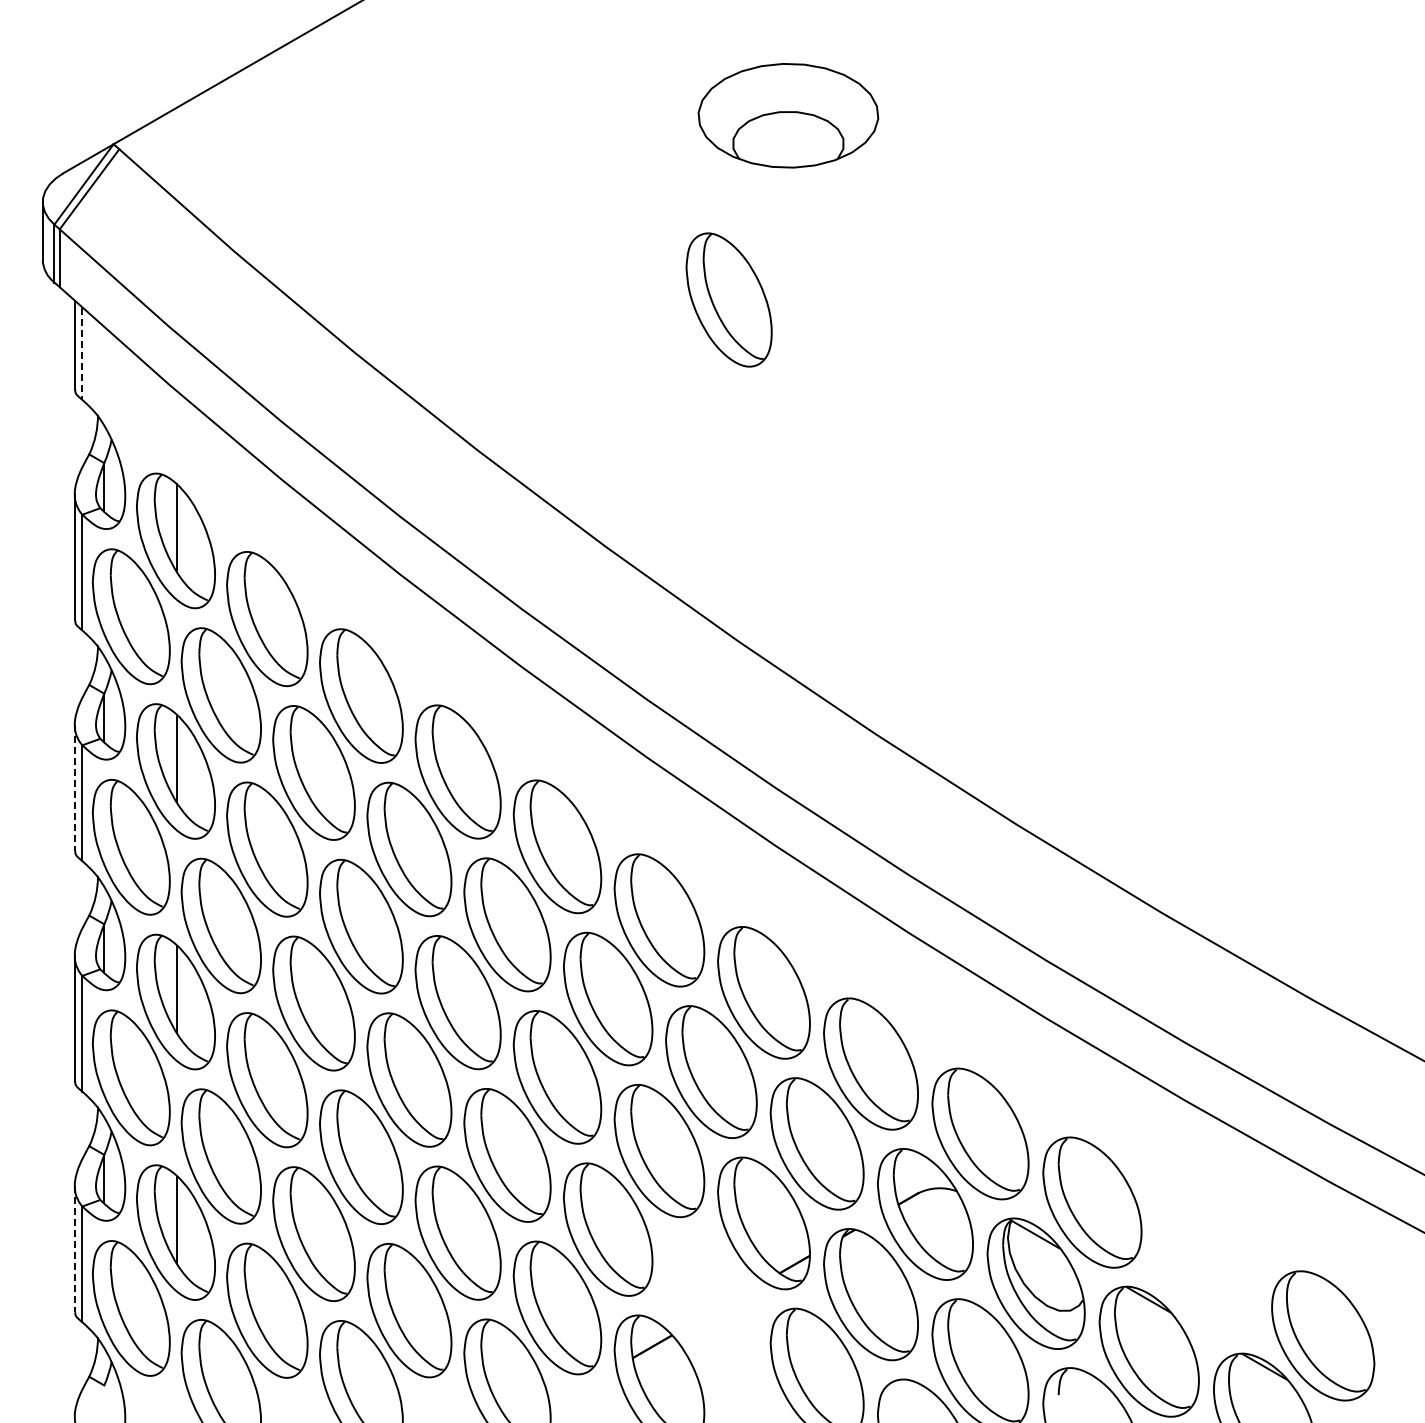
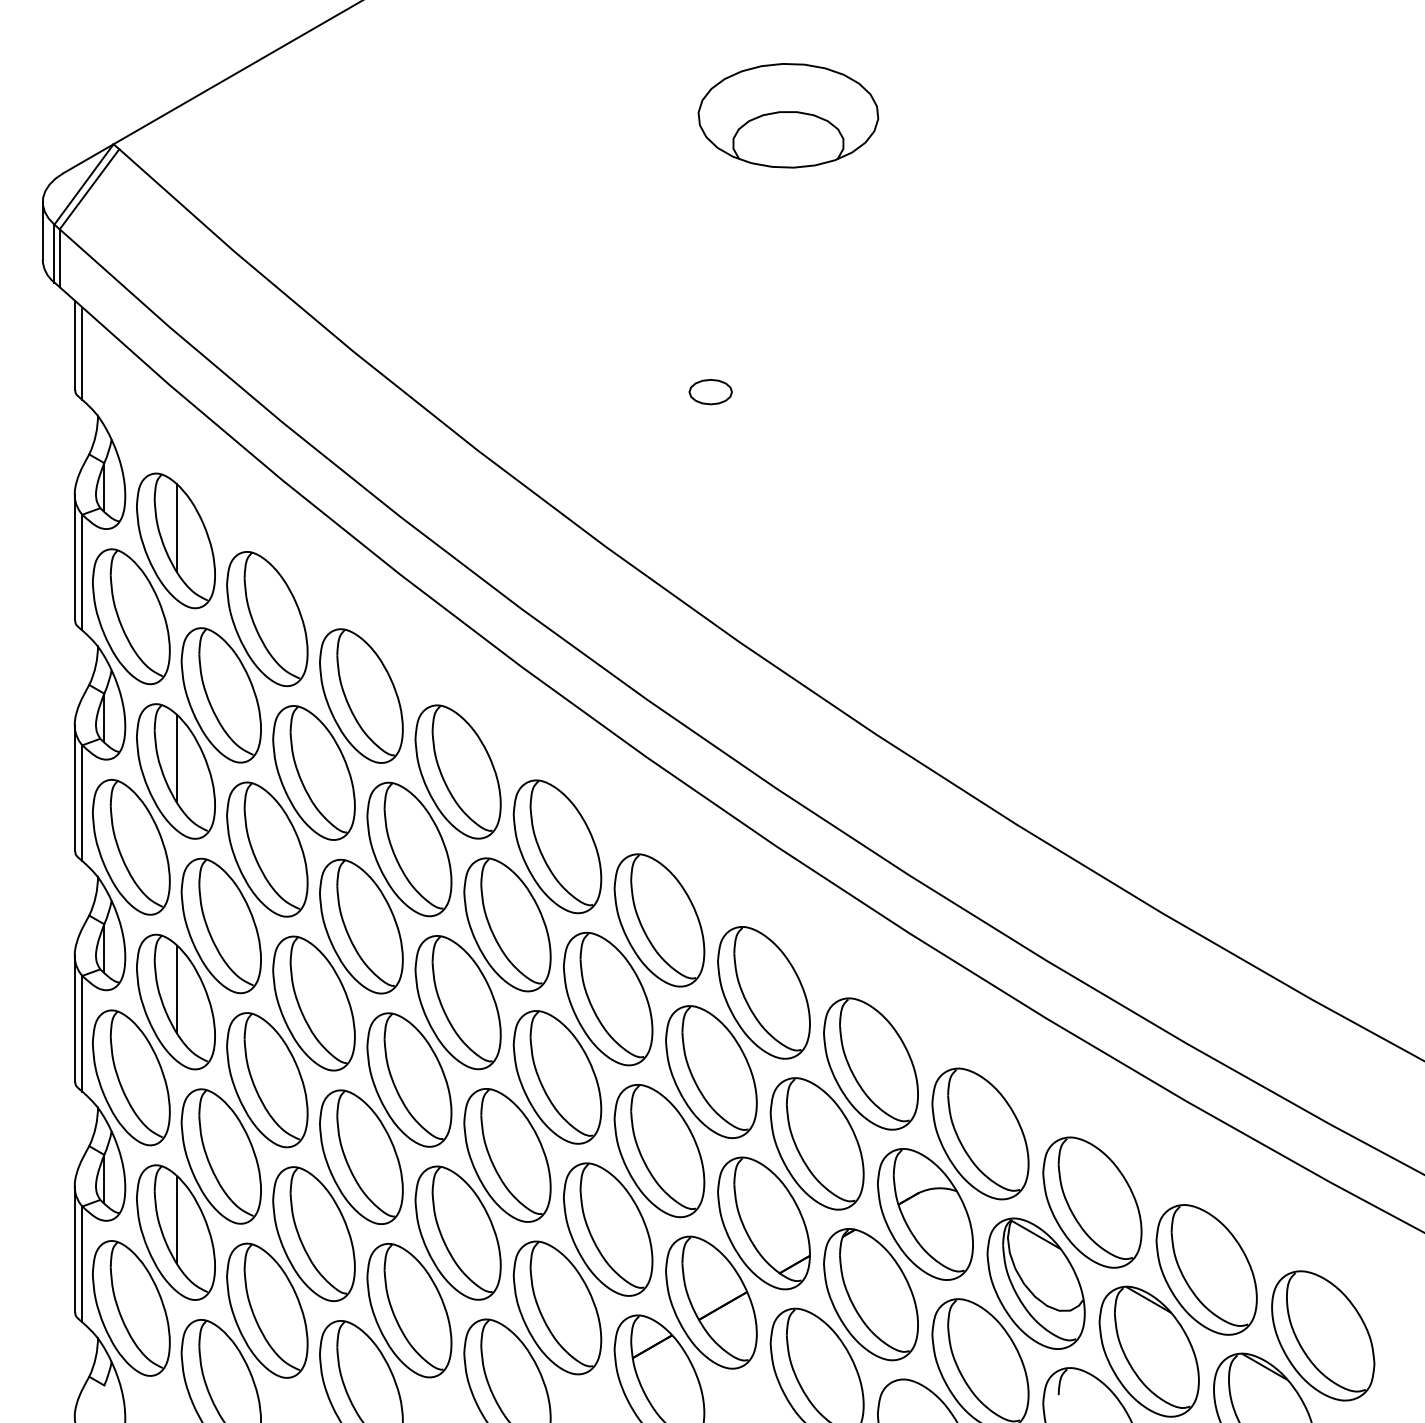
part at (728, 299): present -> none
line at (82, 354): dashed -> solid
part at (710, 392): none -> present
line at (74, 788): dashed -> solid
line at (74, 1249): dashed -> solid
part at (1206, 1269): none -> present
part at (711, 1302): none -> present
